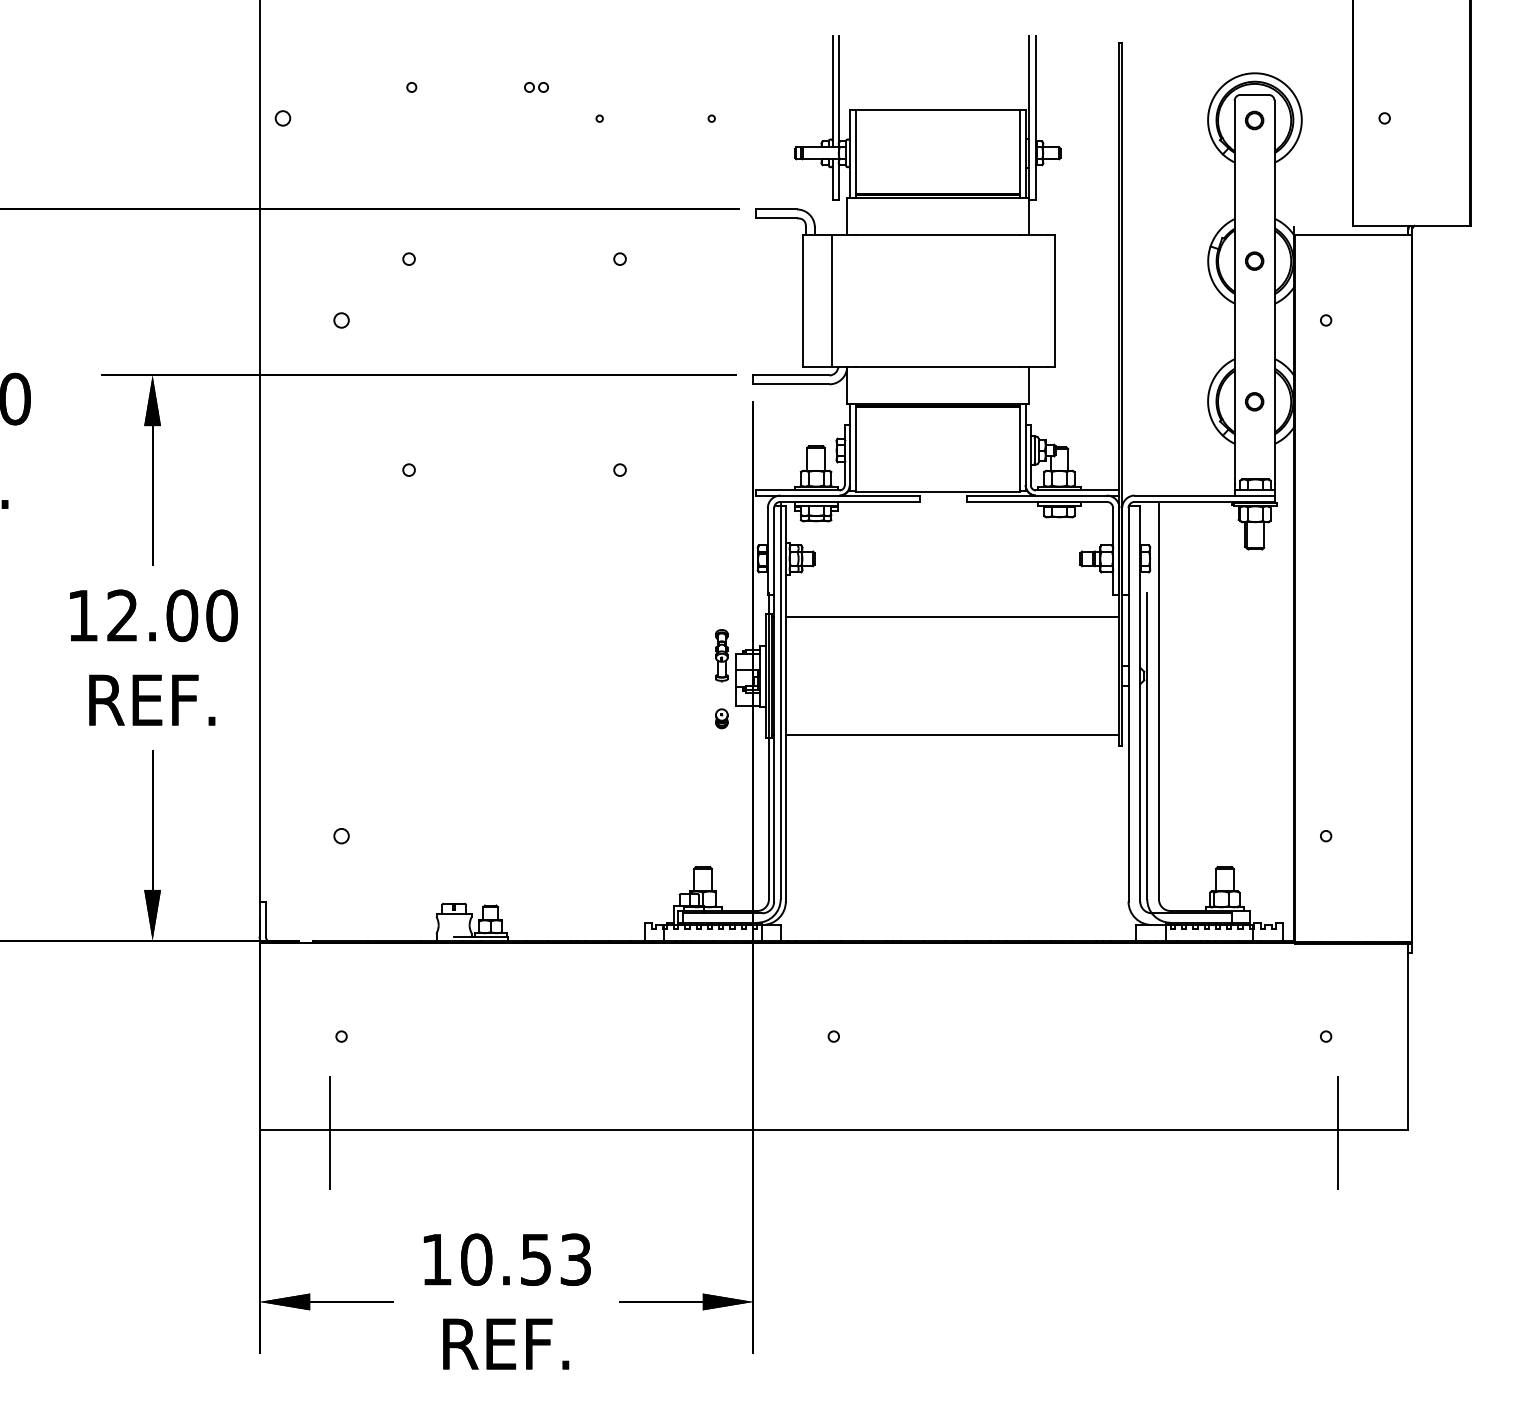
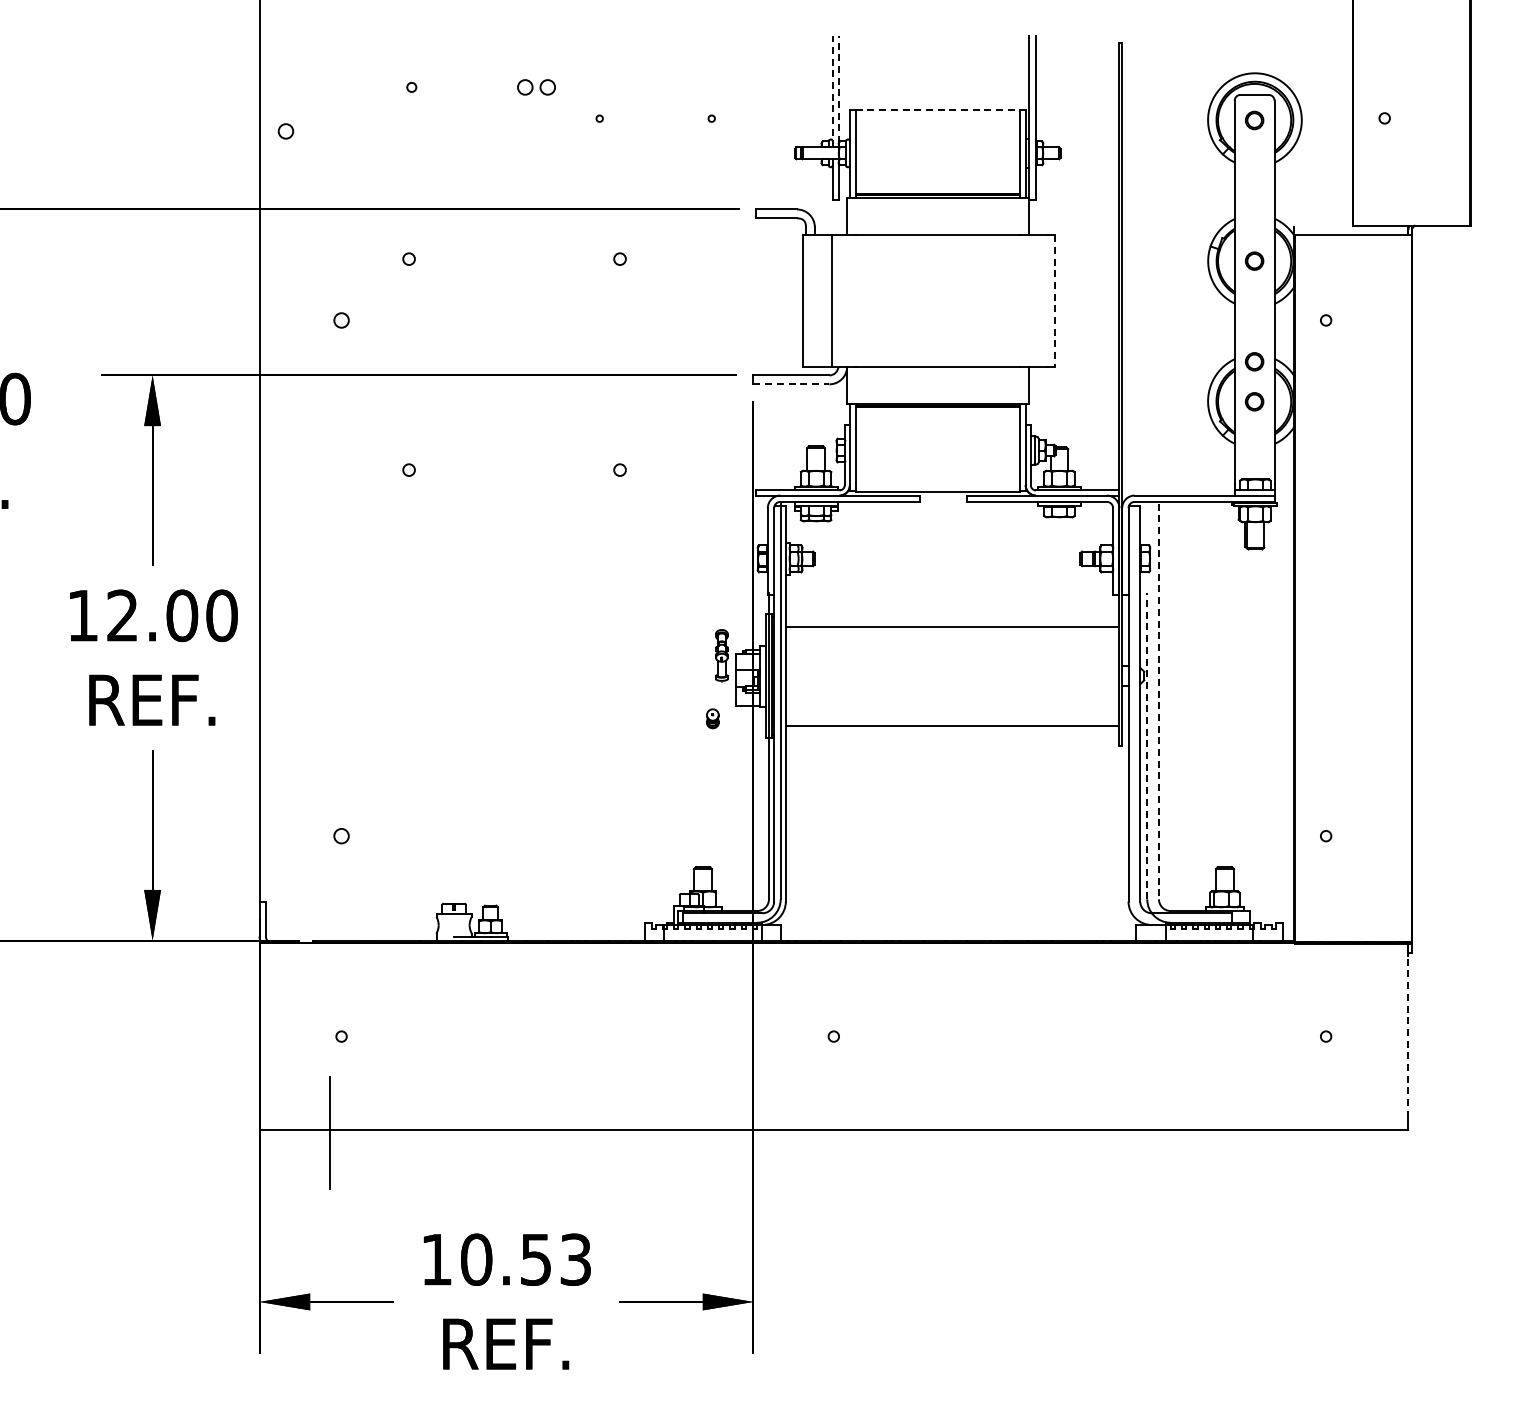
part at (536, 87) size: 25x11 px -> 39x17 px
line at (838, 89): solid -> dashed
line at (832, 91): solid -> dashed
line at (938, 110): solid -> dashed
circle at (282, 118) position: (282, 118) -> (285, 131)
line at (1055, 300): solid -> dashed
circle at (1254, 361): none -> present
line at (791, 384): solid -> dashed
line at (952, 616) position: (952, 616) -> (952, 626)
line at (1158, 701): solid -> dashed
part at (721, 718) position: (721, 718) -> (712, 718)
line at (952, 735) position: (952, 735) -> (952, 726)
line at (1147, 745): solid -> dashed
line at (1408, 1036): solid -> dashed
line at (1337, 1132): present -> none
